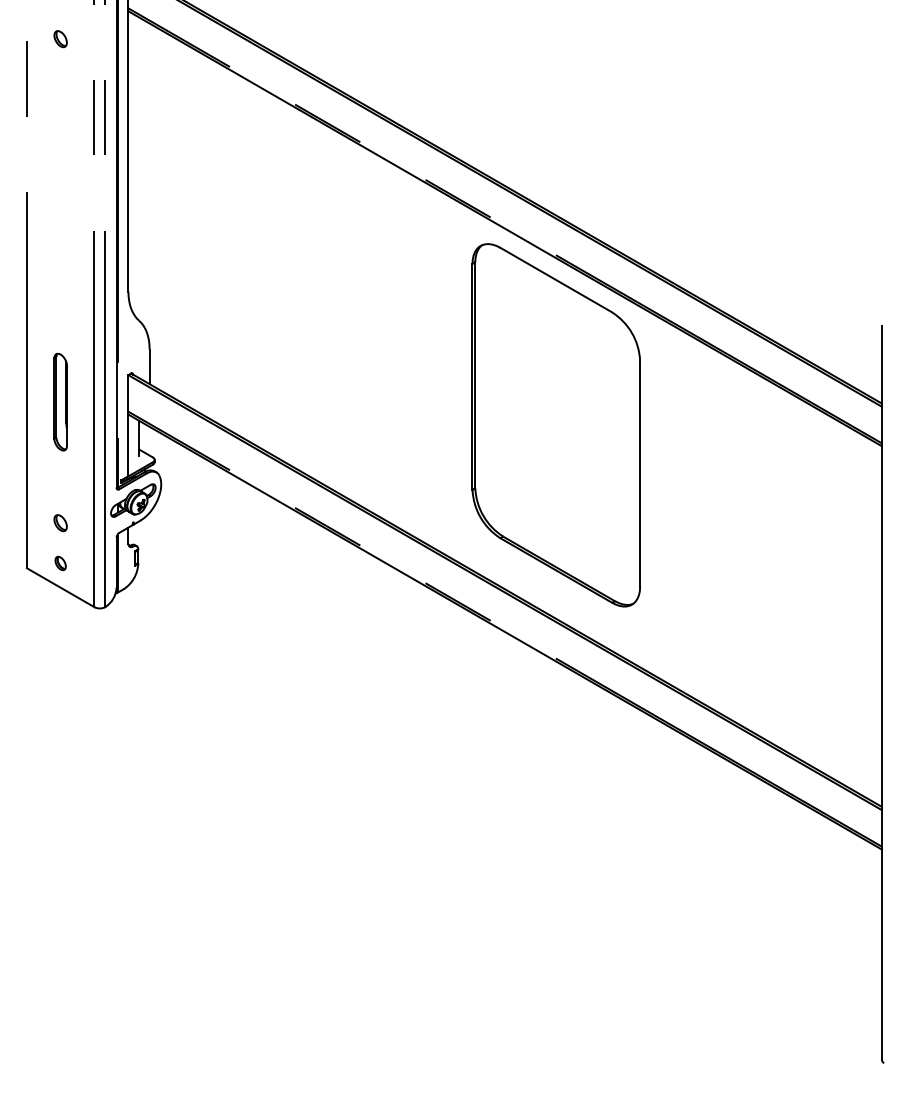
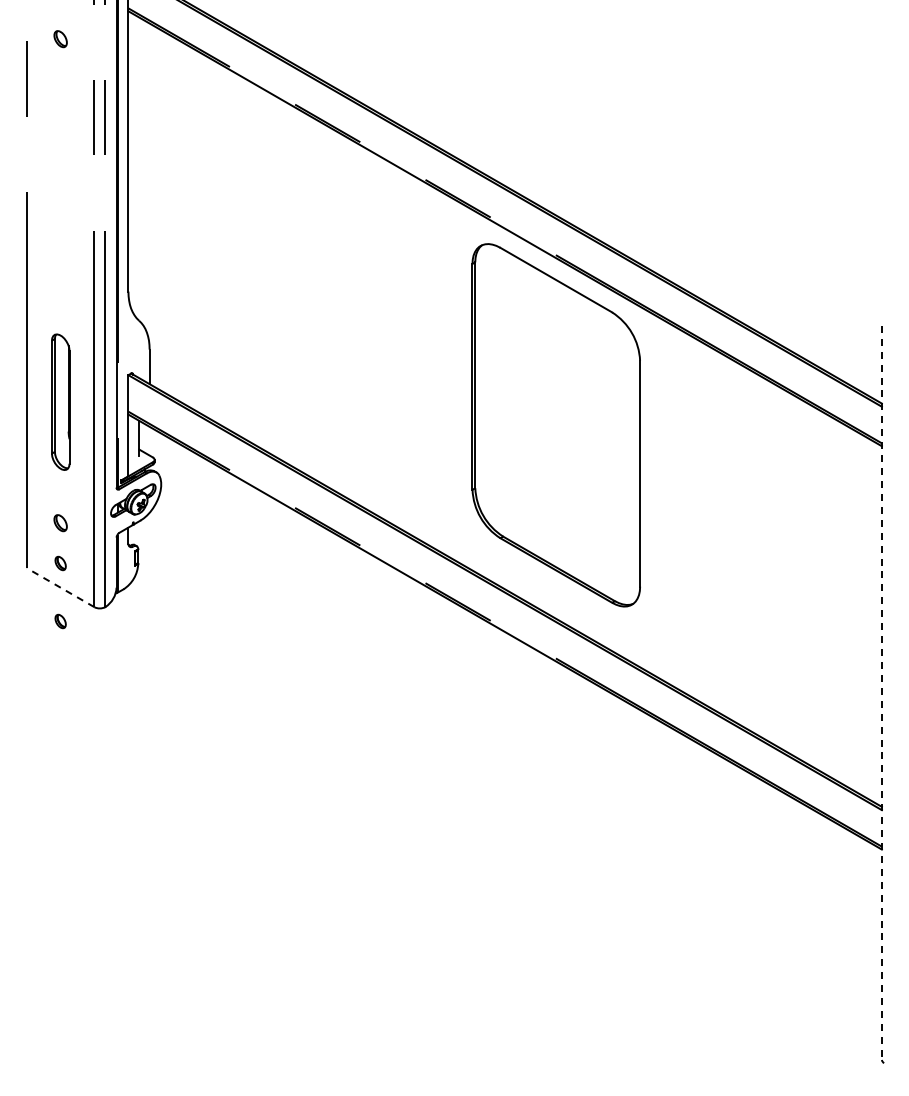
part at (60, 401) size: 15x100 px -> 20x138 px
line at (60, 587): solid -> dashed
part at (60, 621): none -> present
line at (881, 693): solid -> dashed
